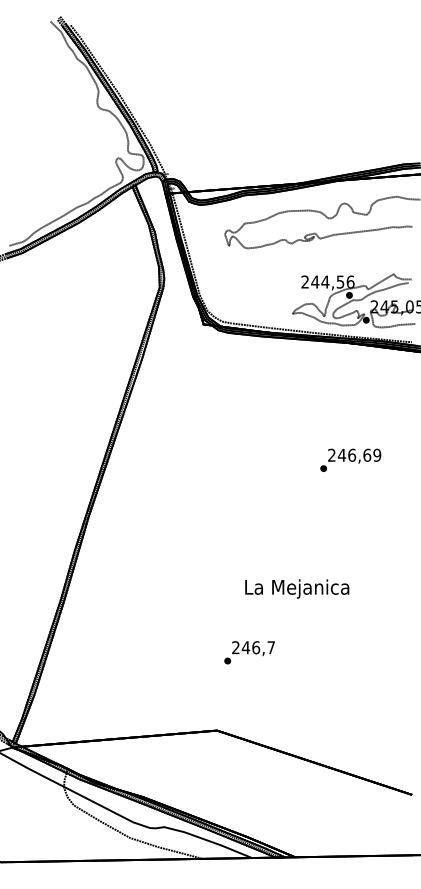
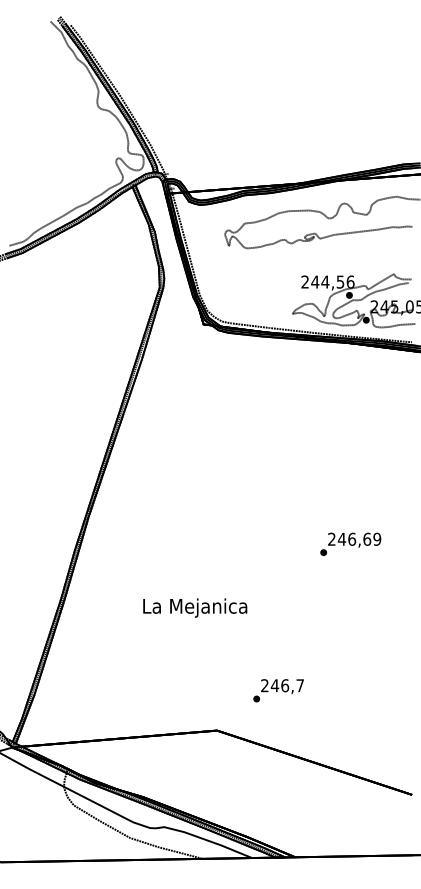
text at (350, 459) position: (350, 459) -> (350, 543)
text at (297, 588) position: (297, 588) -> (195, 607)
text at (249, 652) position: (249, 652) -> (278, 690)
